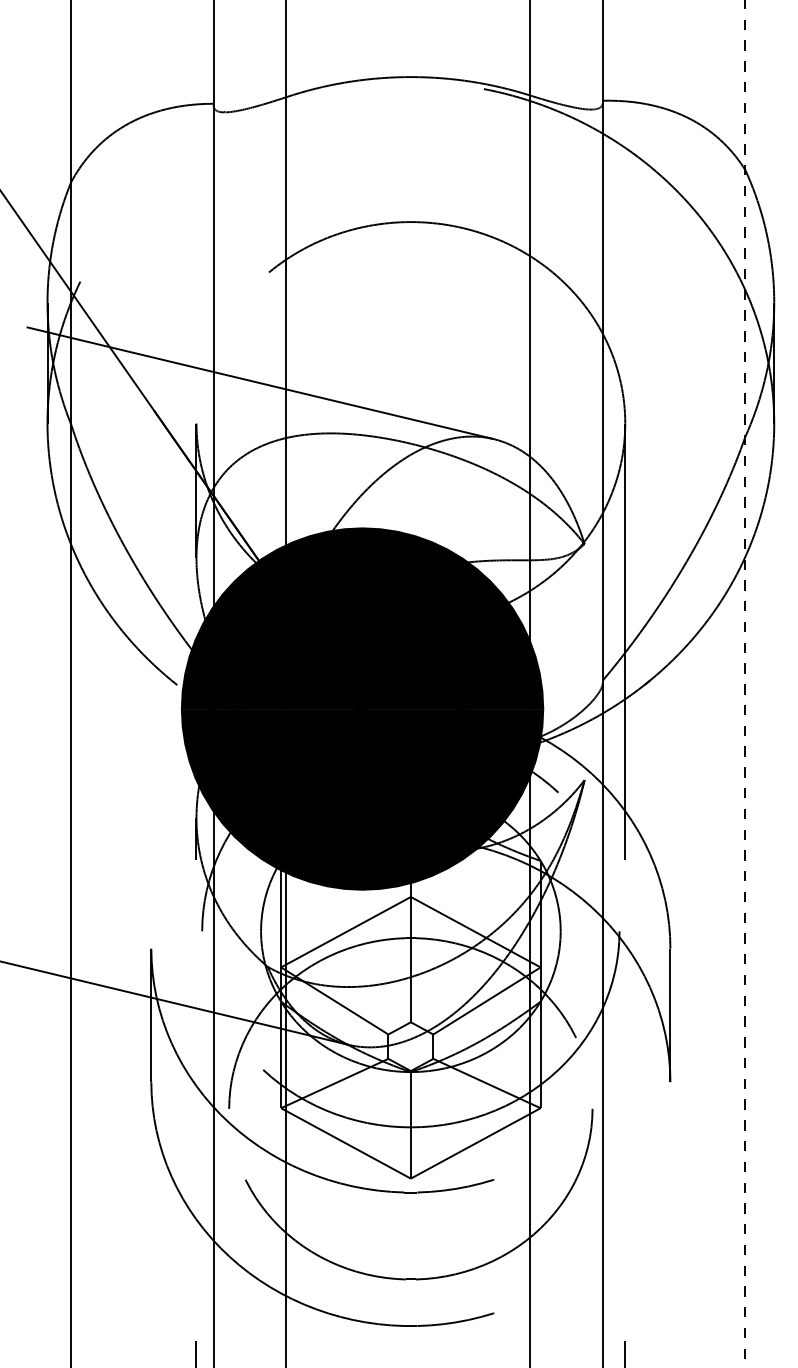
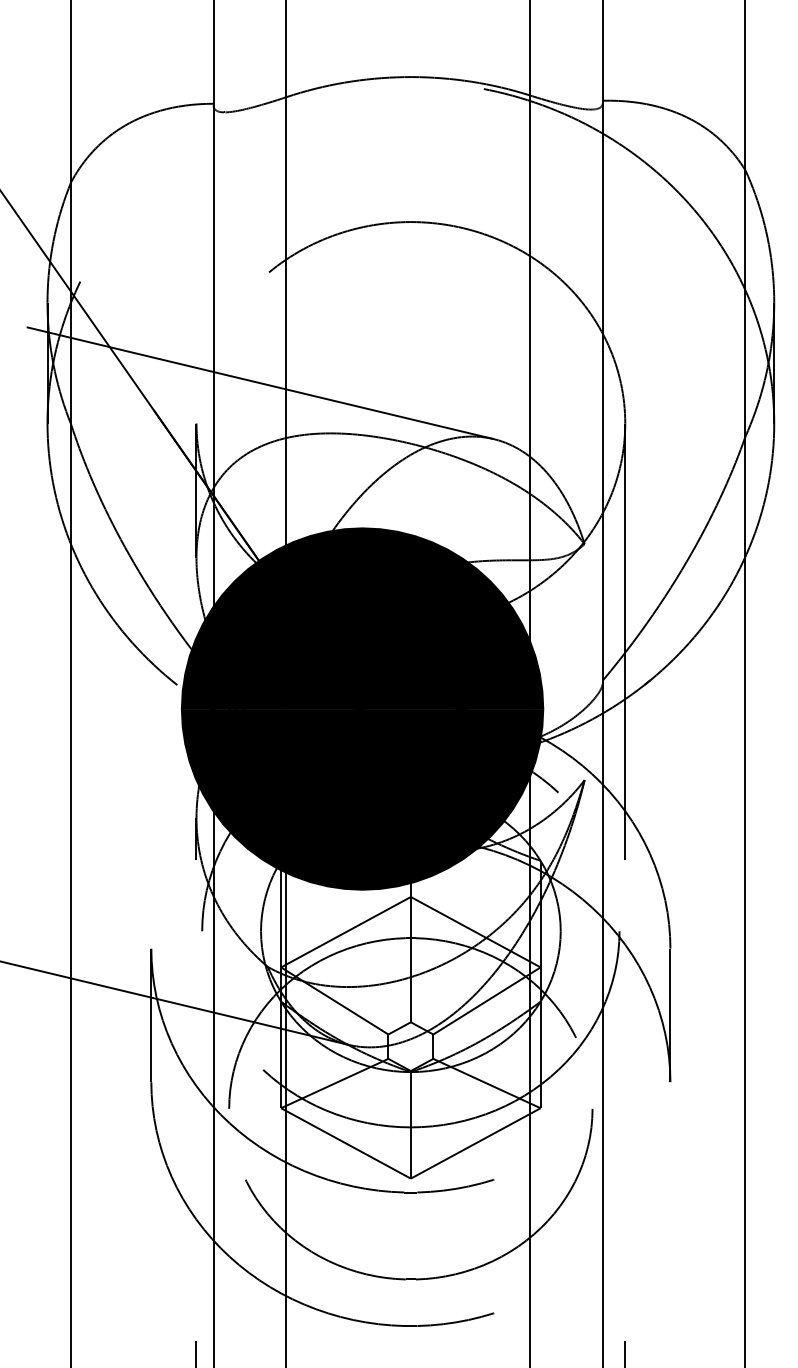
line at (745, 684): dashed -> solid
